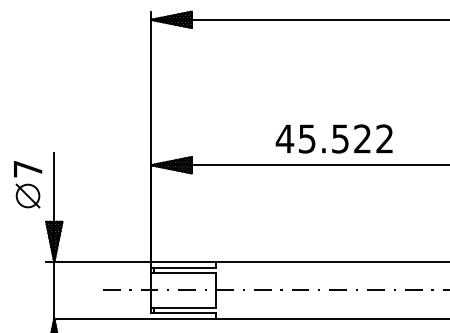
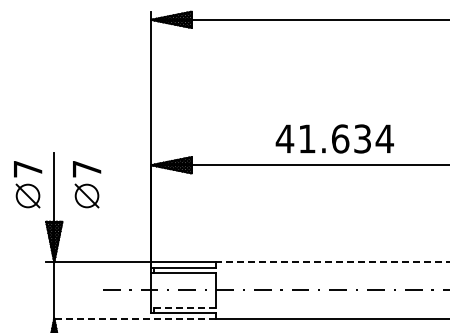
text at (346, 138): 45.522 -> 41.634
part at (87, 184): none -> present
line at (332, 262): solid -> dashed
line at (183, 307): solid -> dashed
line at (135, 318): solid -> dashed
